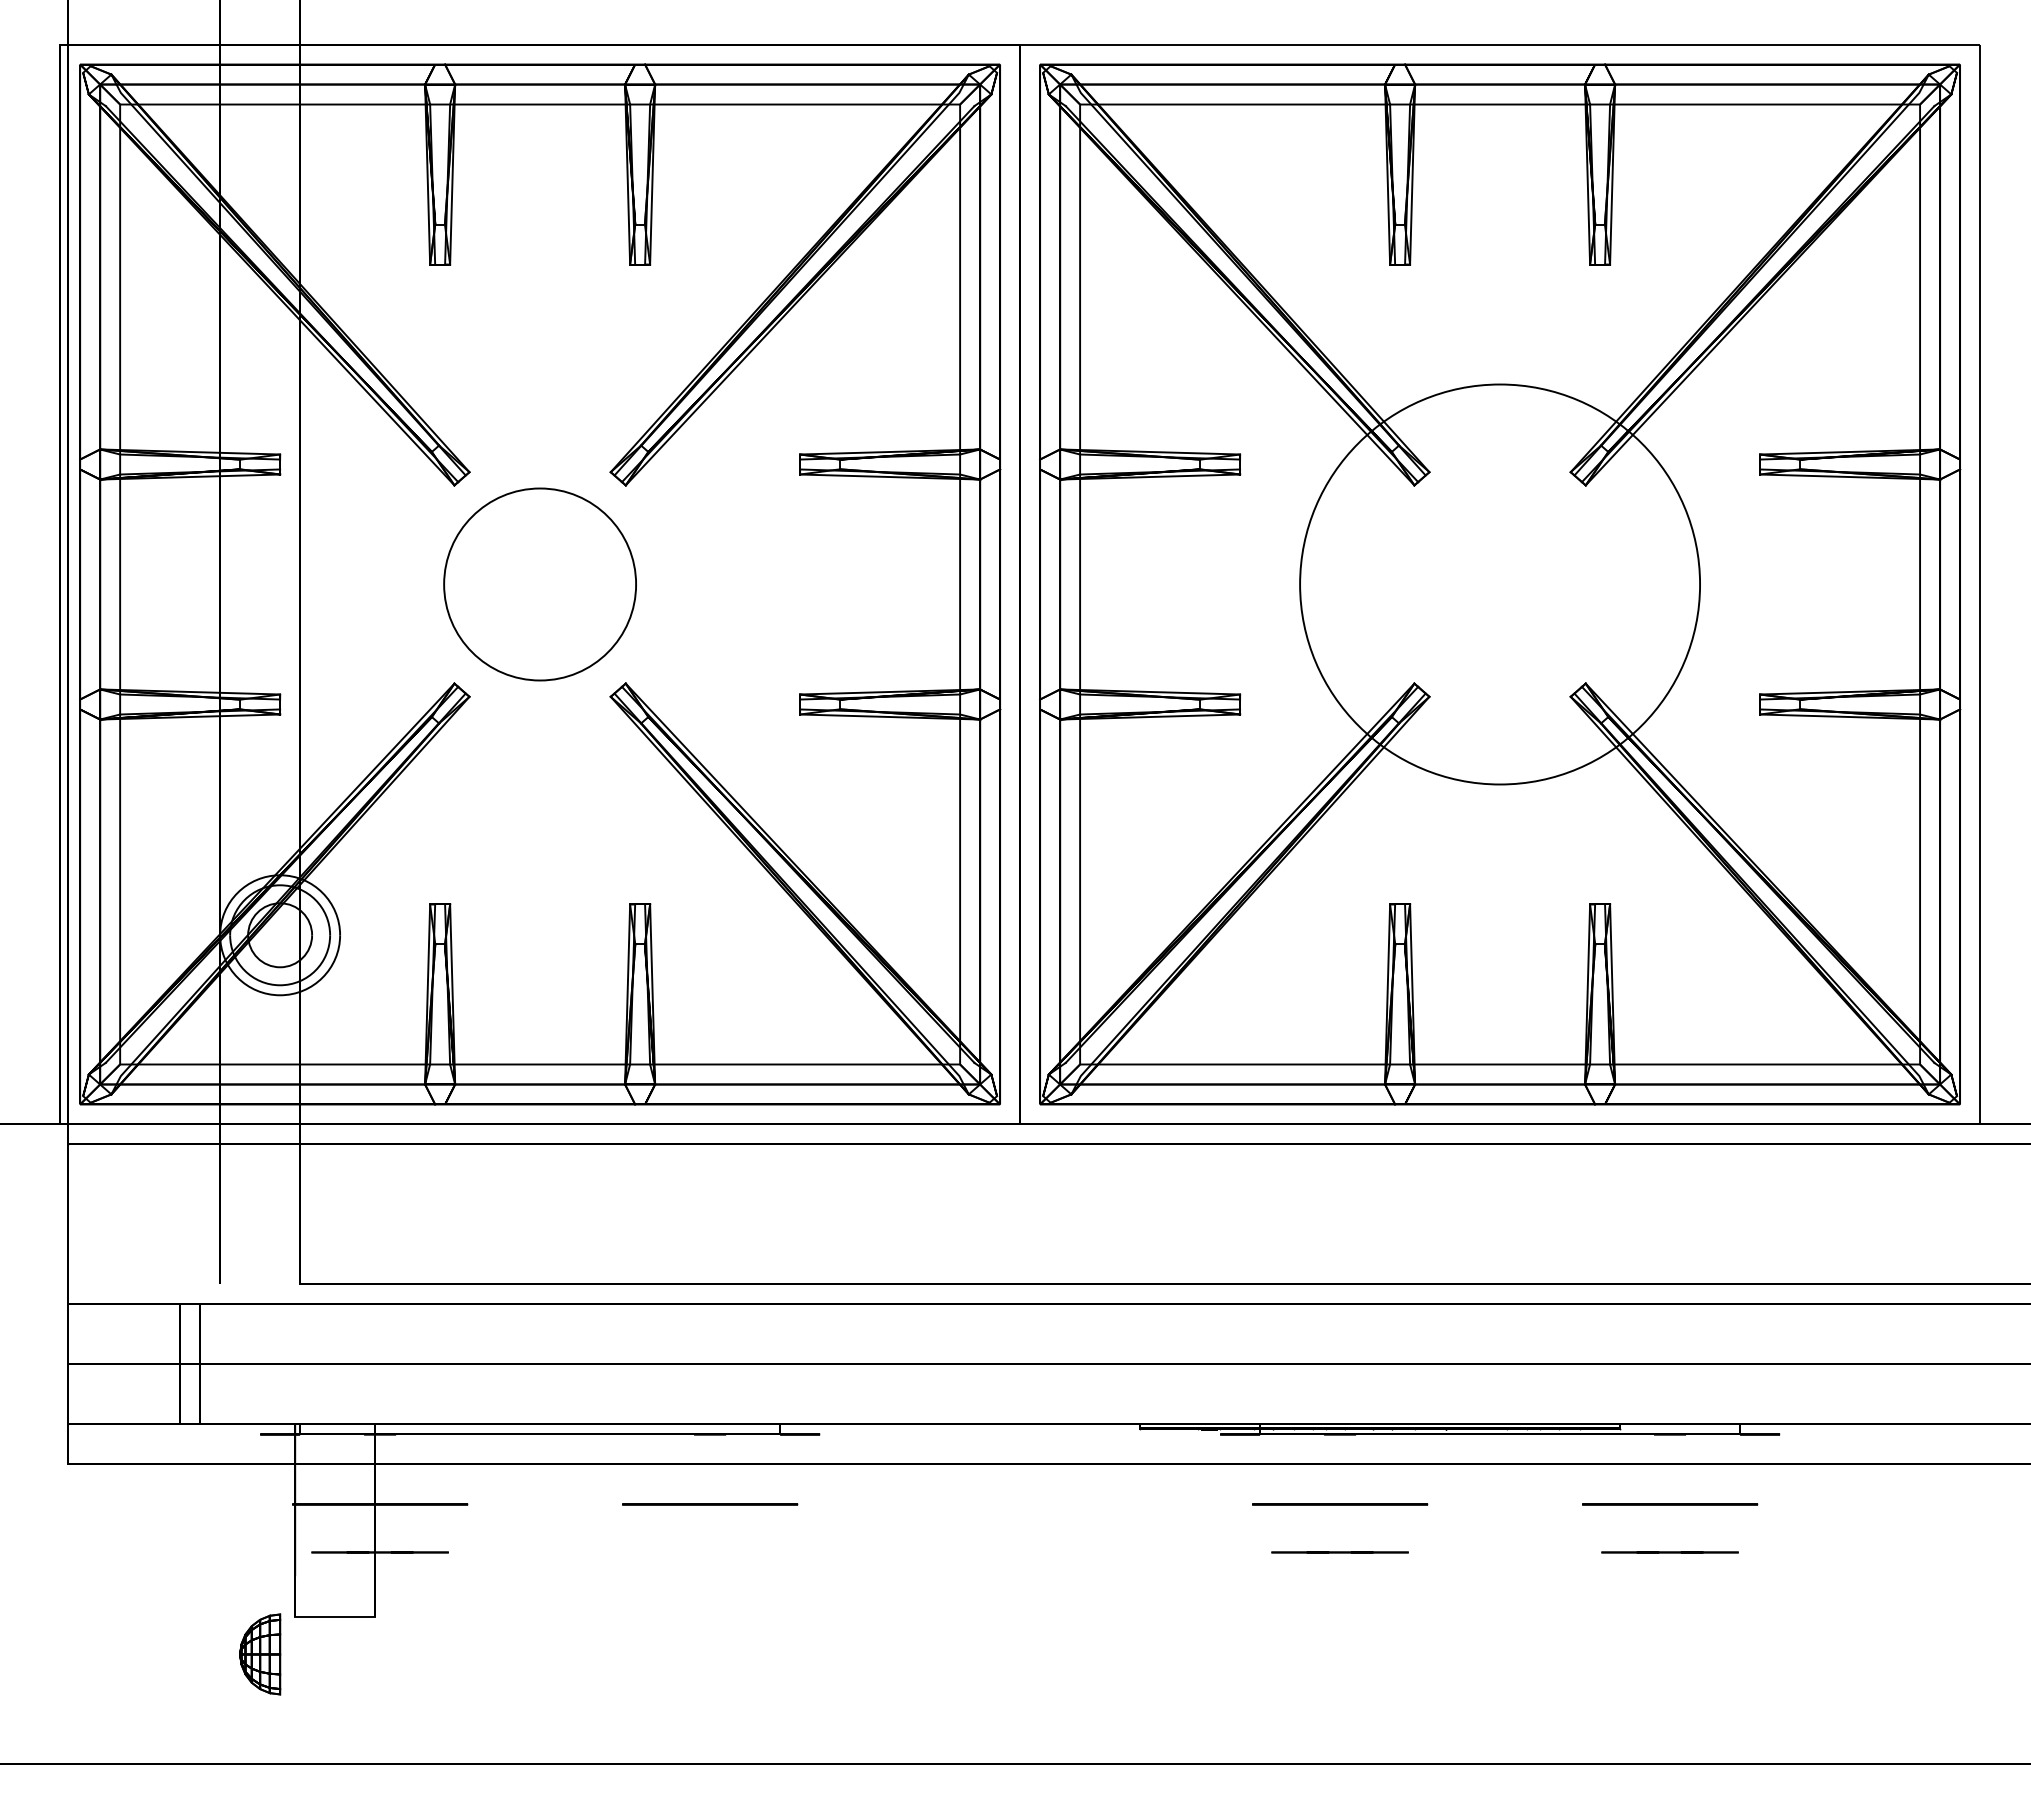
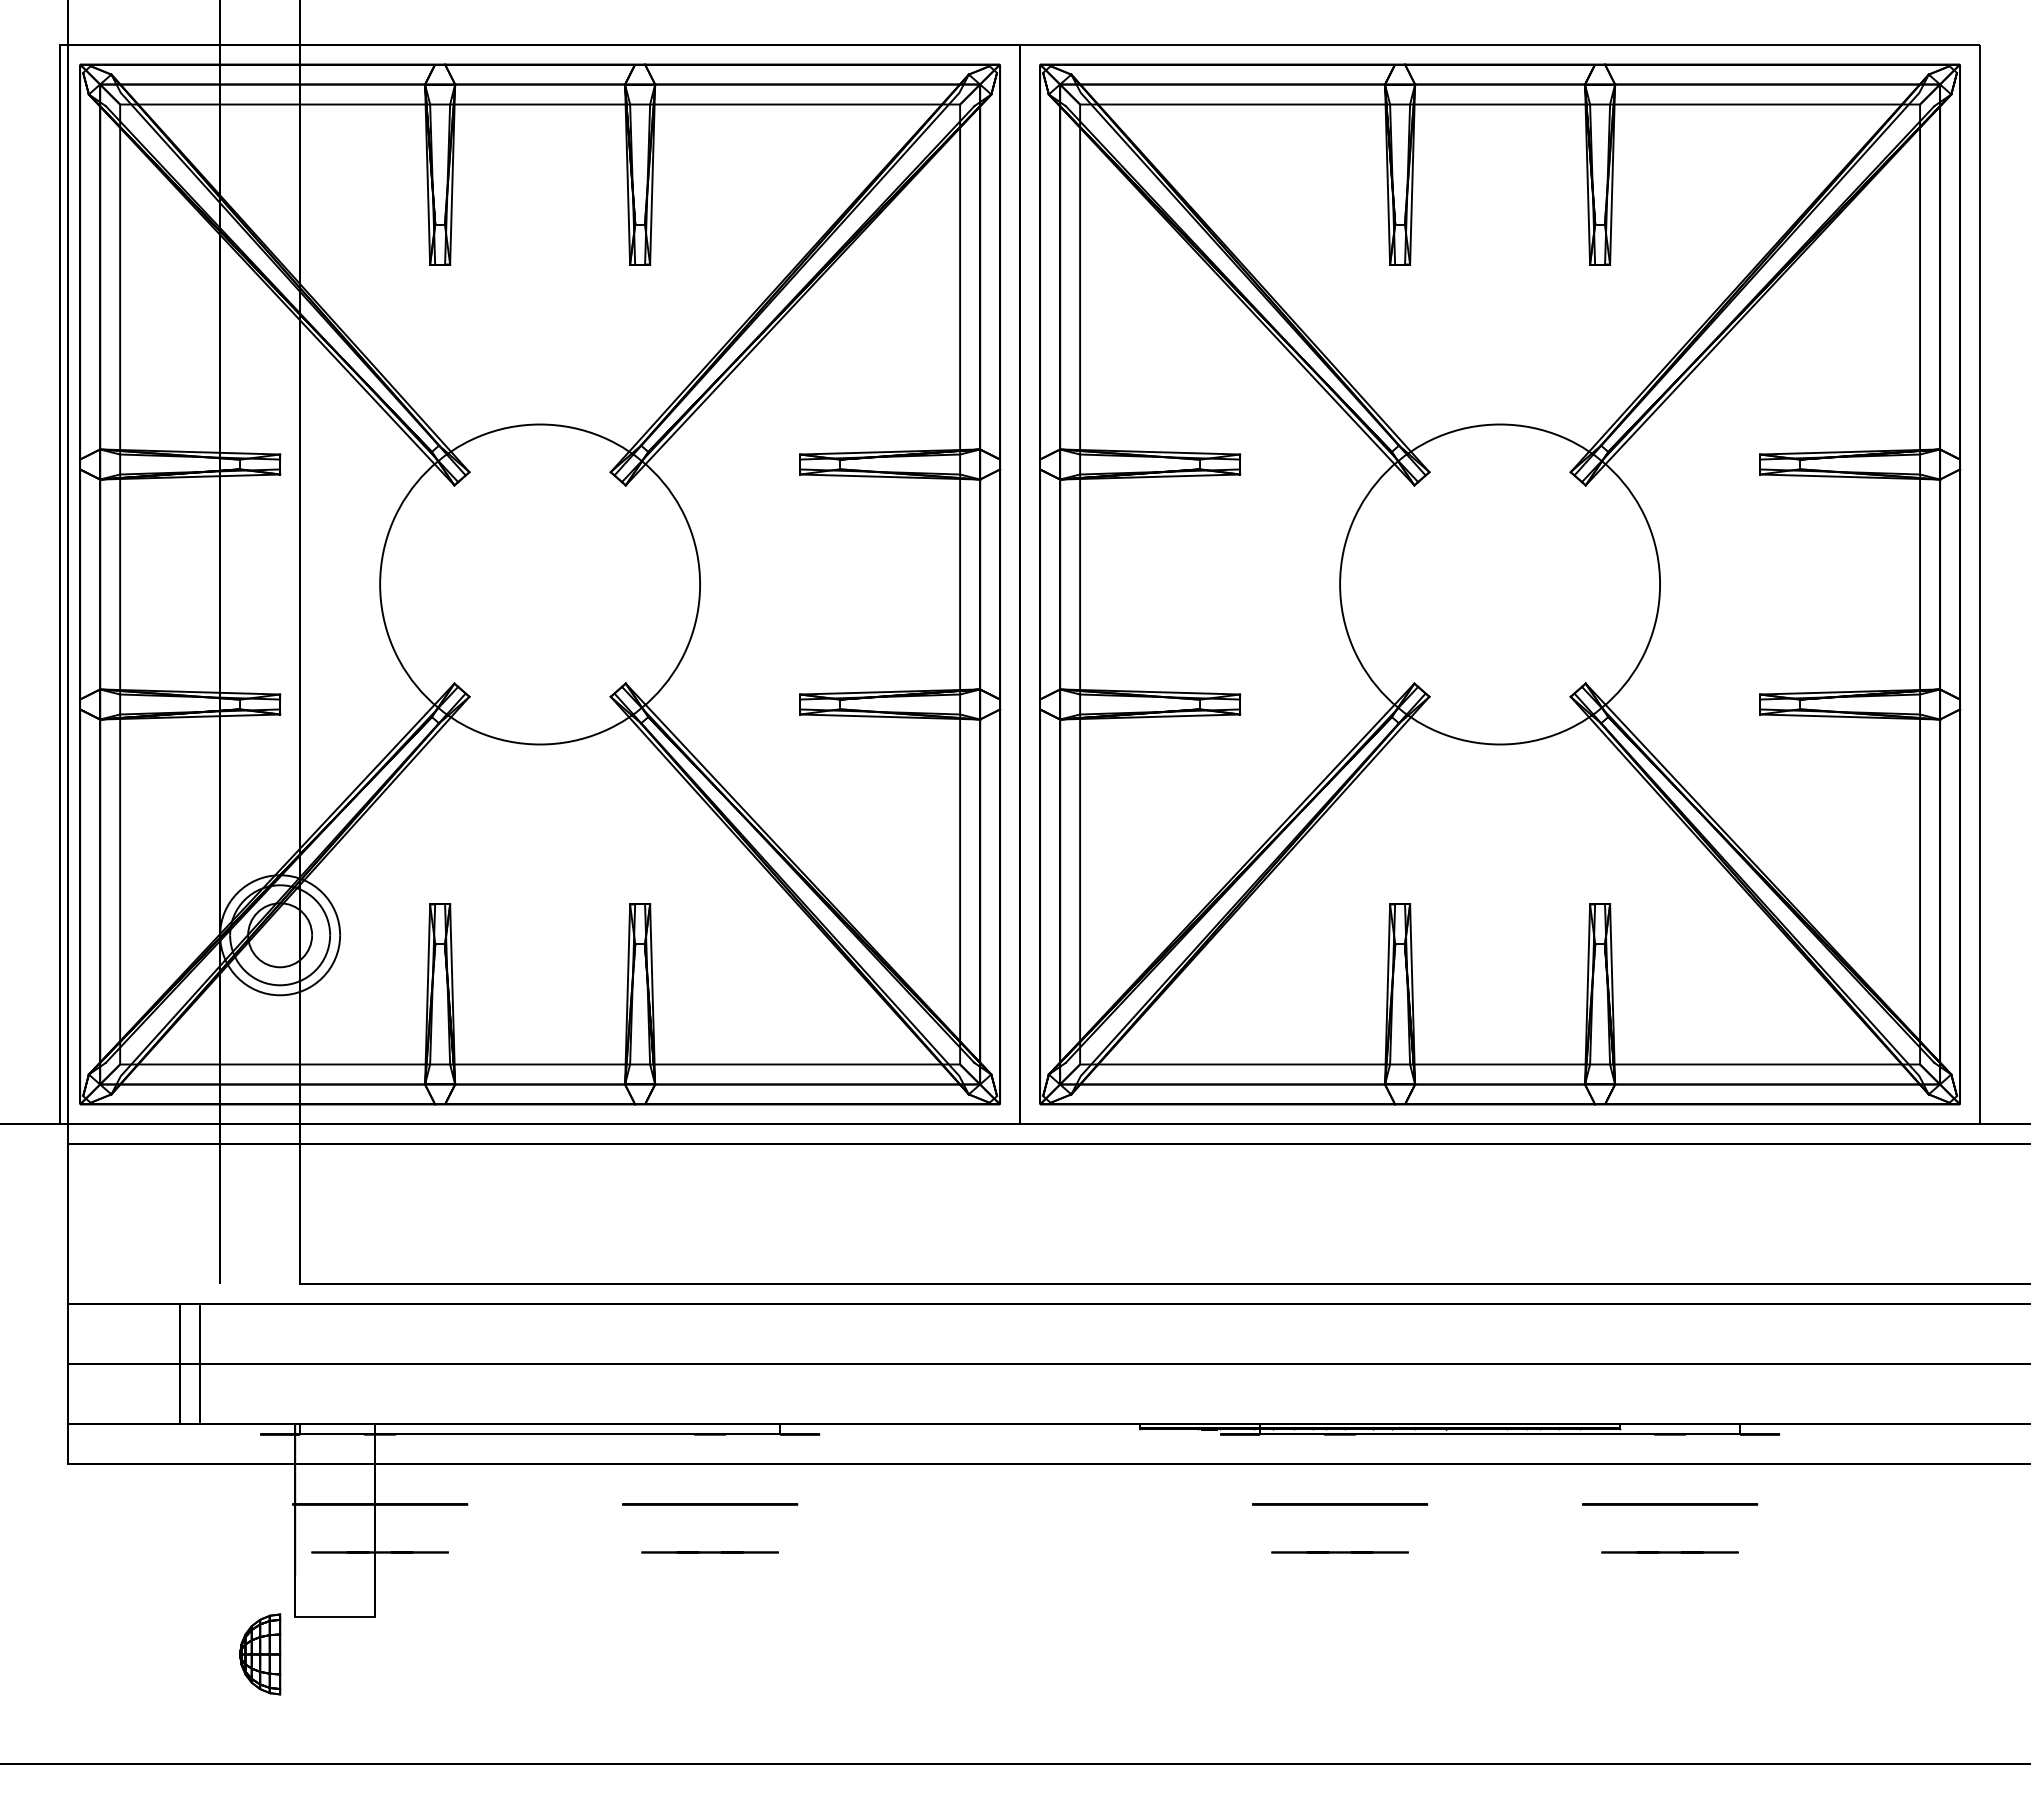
circle at (540, 584) diameter: 192 px -> 320 px
circle at (1500, 584) diameter: 400 px -> 320 px
line at (709, 1552): none -> present
